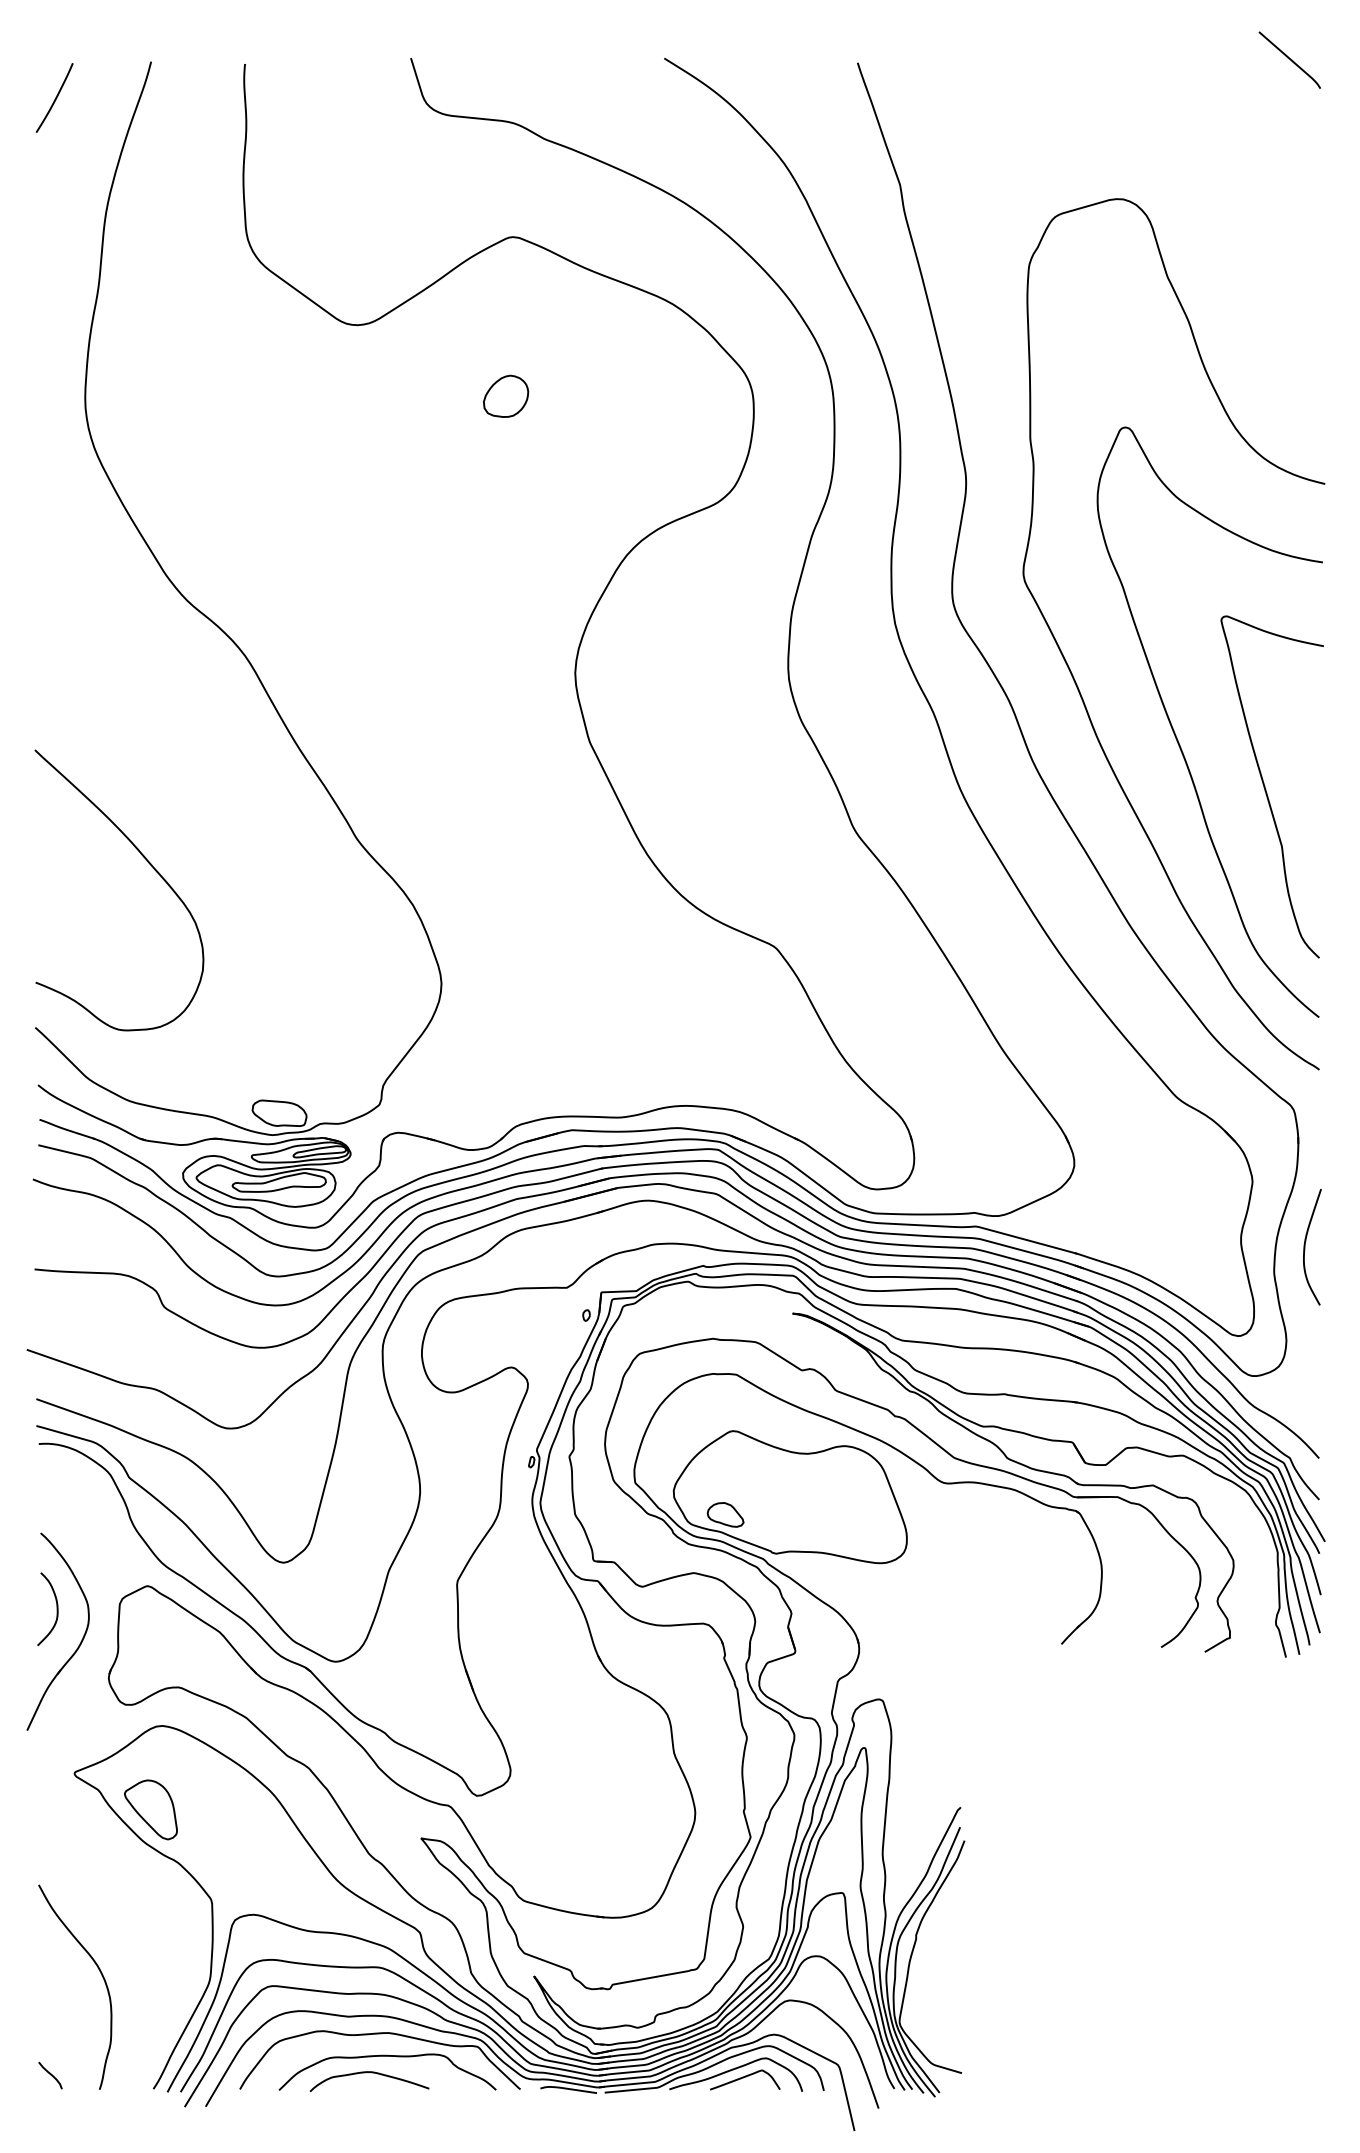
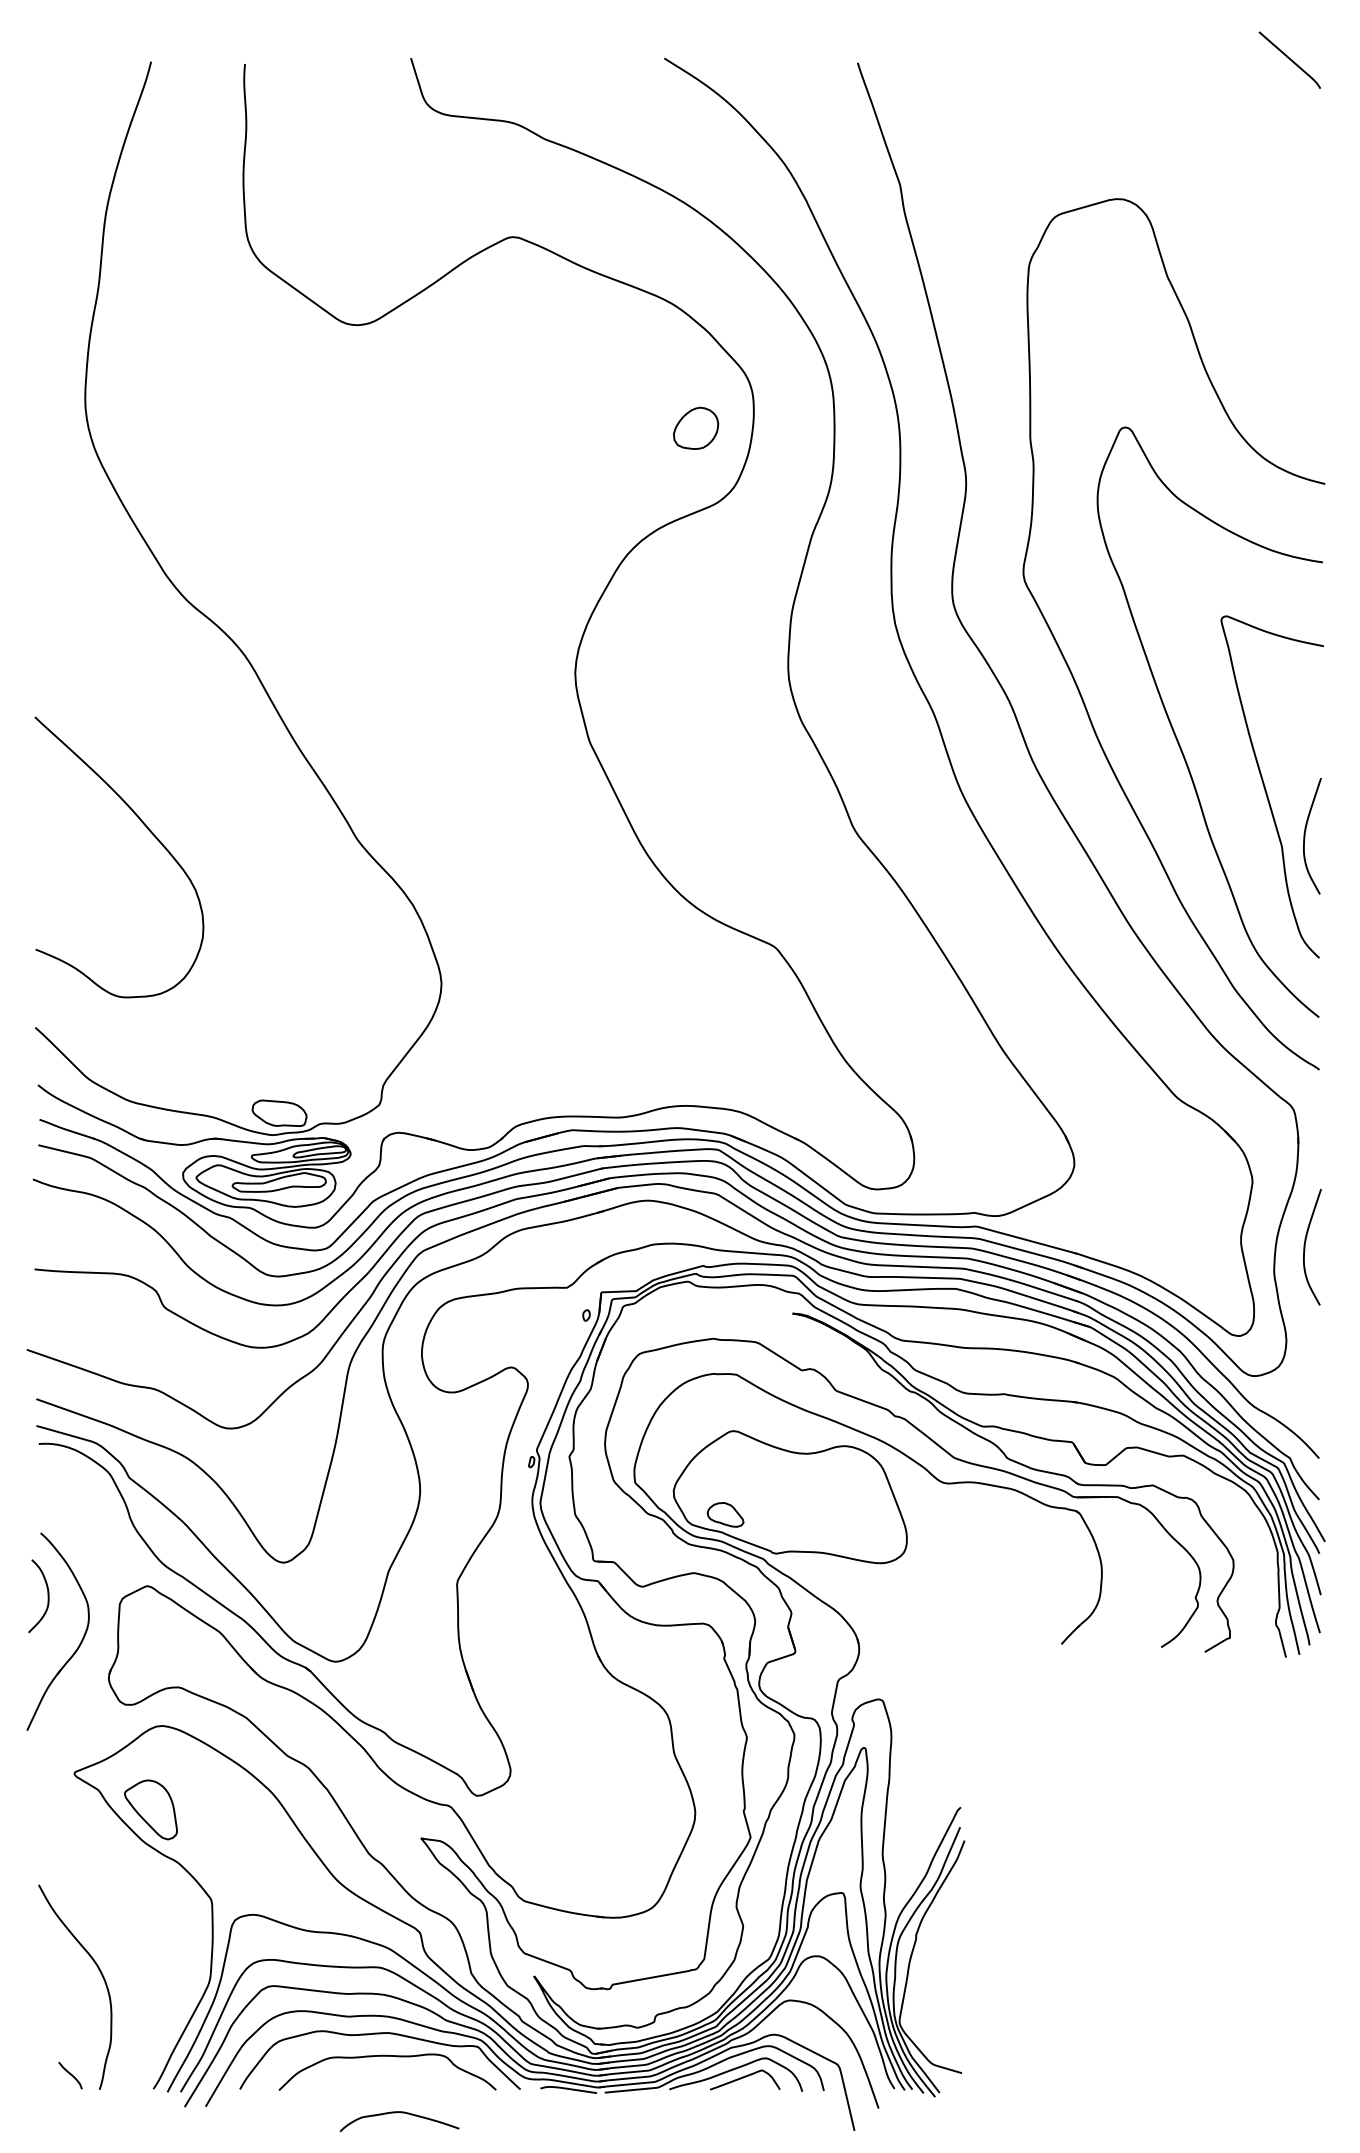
curve at (55, 97): present -> none
part at (506, 395) position: (506, 395) -> (696, 427)
curve at (1305, 836): none -> present
curve at (147, 862) position: (147, 862) -> (147, 829)
curve at (56, 1609) position: (56, 1609) -> (47, 1596)
curve at (370, 2073) position: (370, 2073) -> (400, 2113)
curve at (50, 2075) position: (50, 2075) -> (70, 2075)
